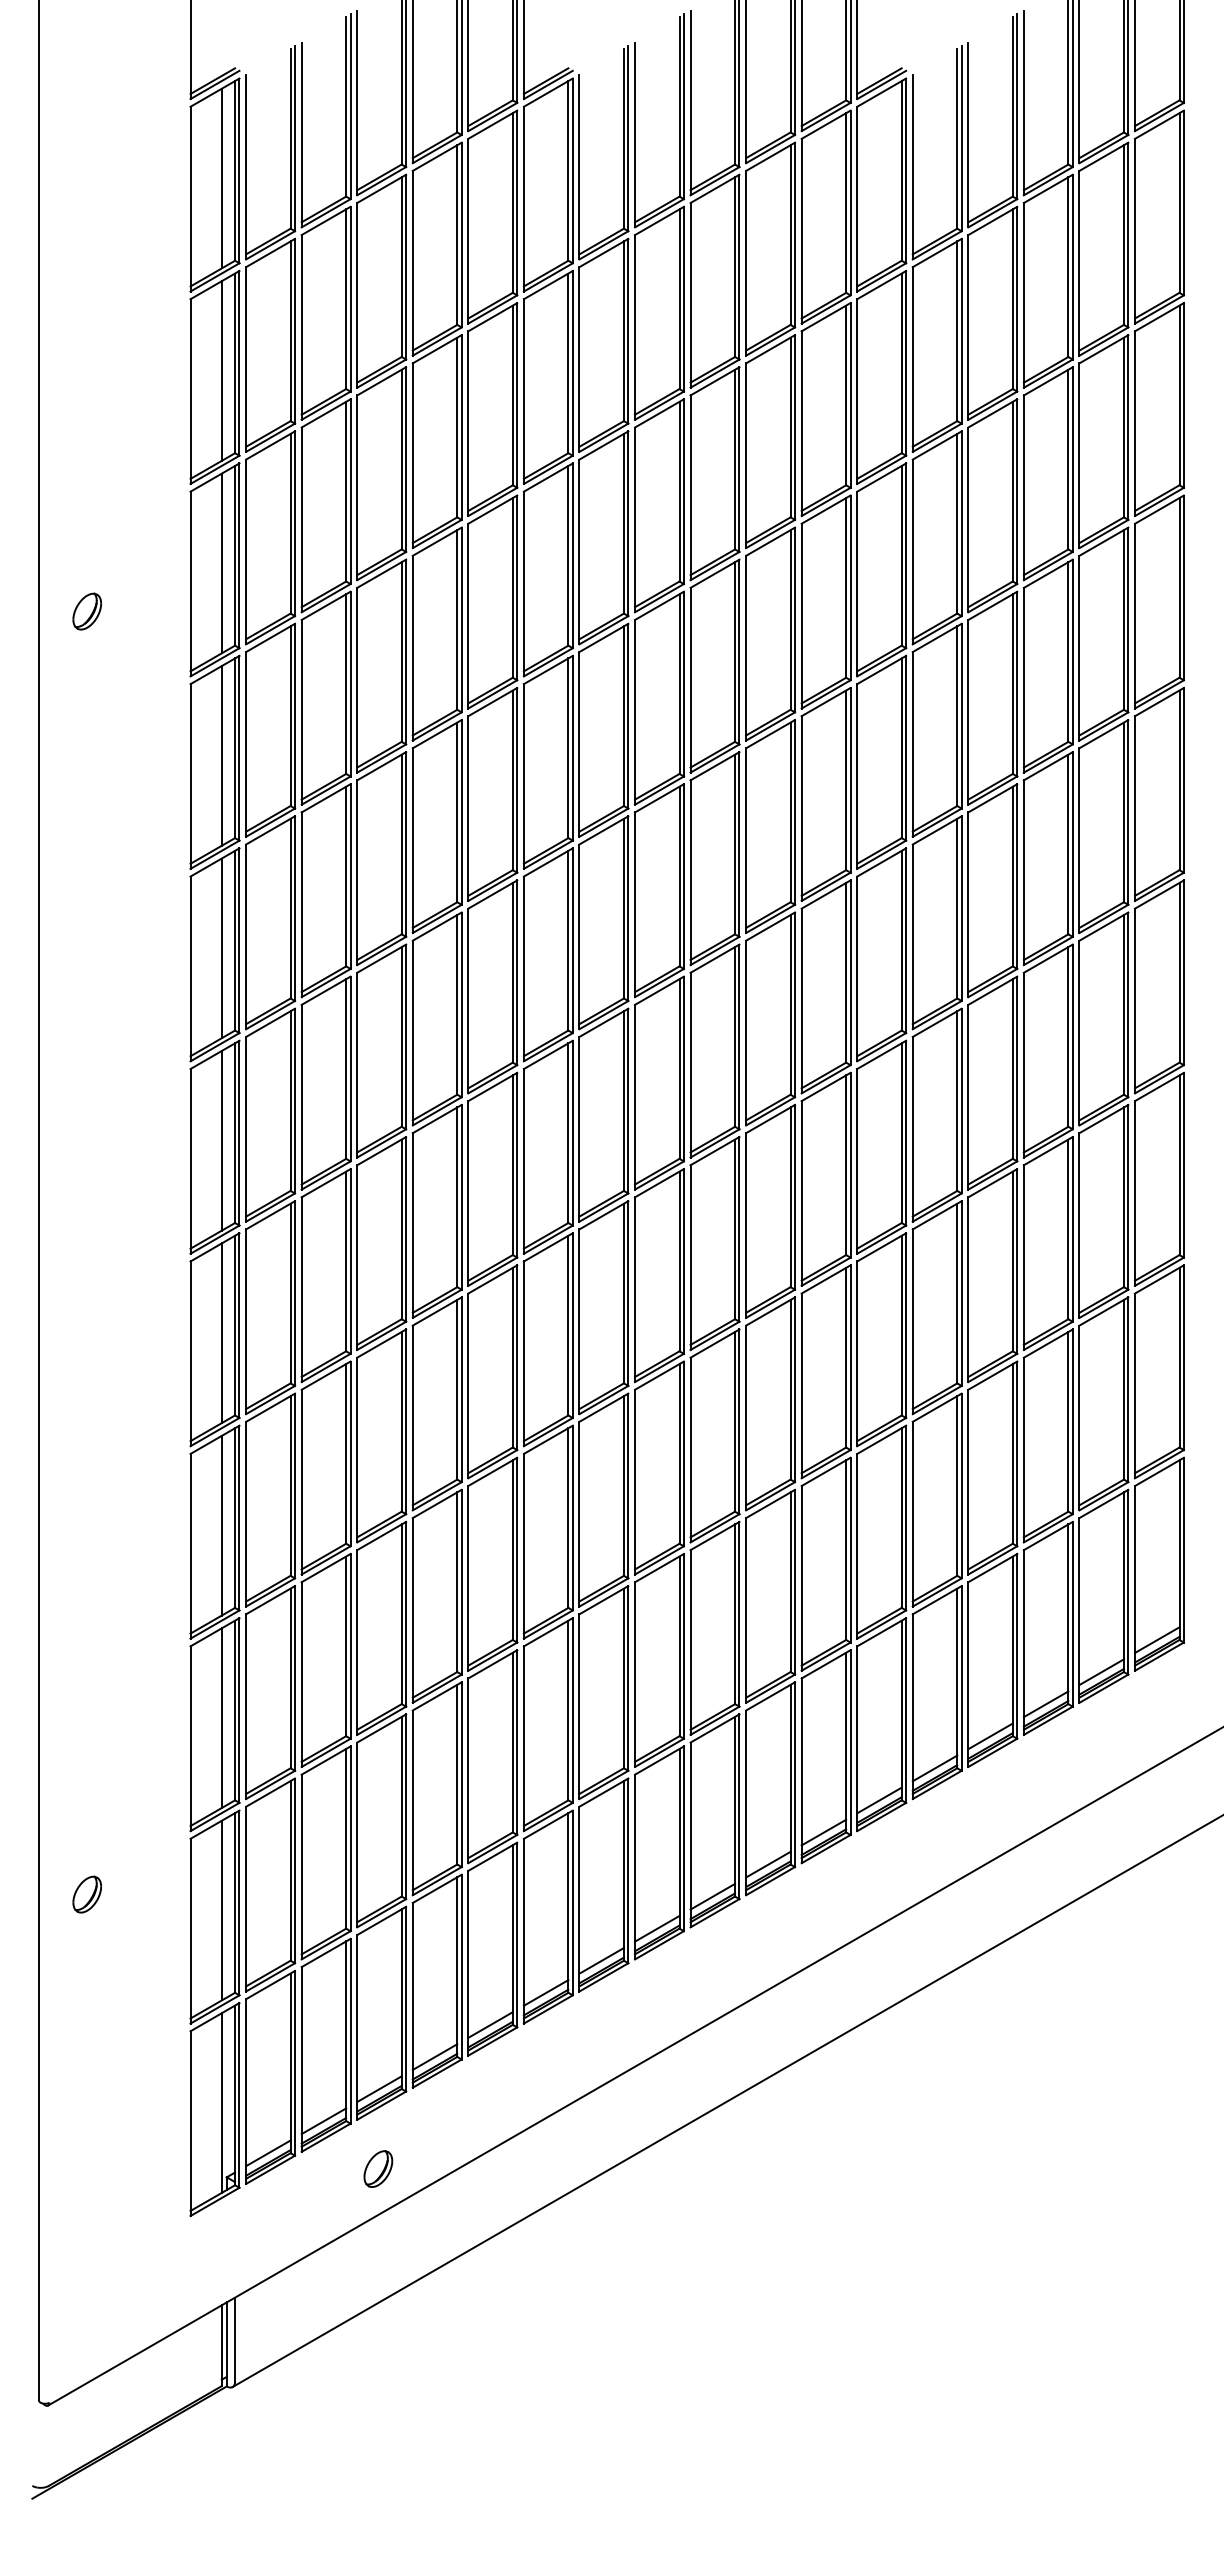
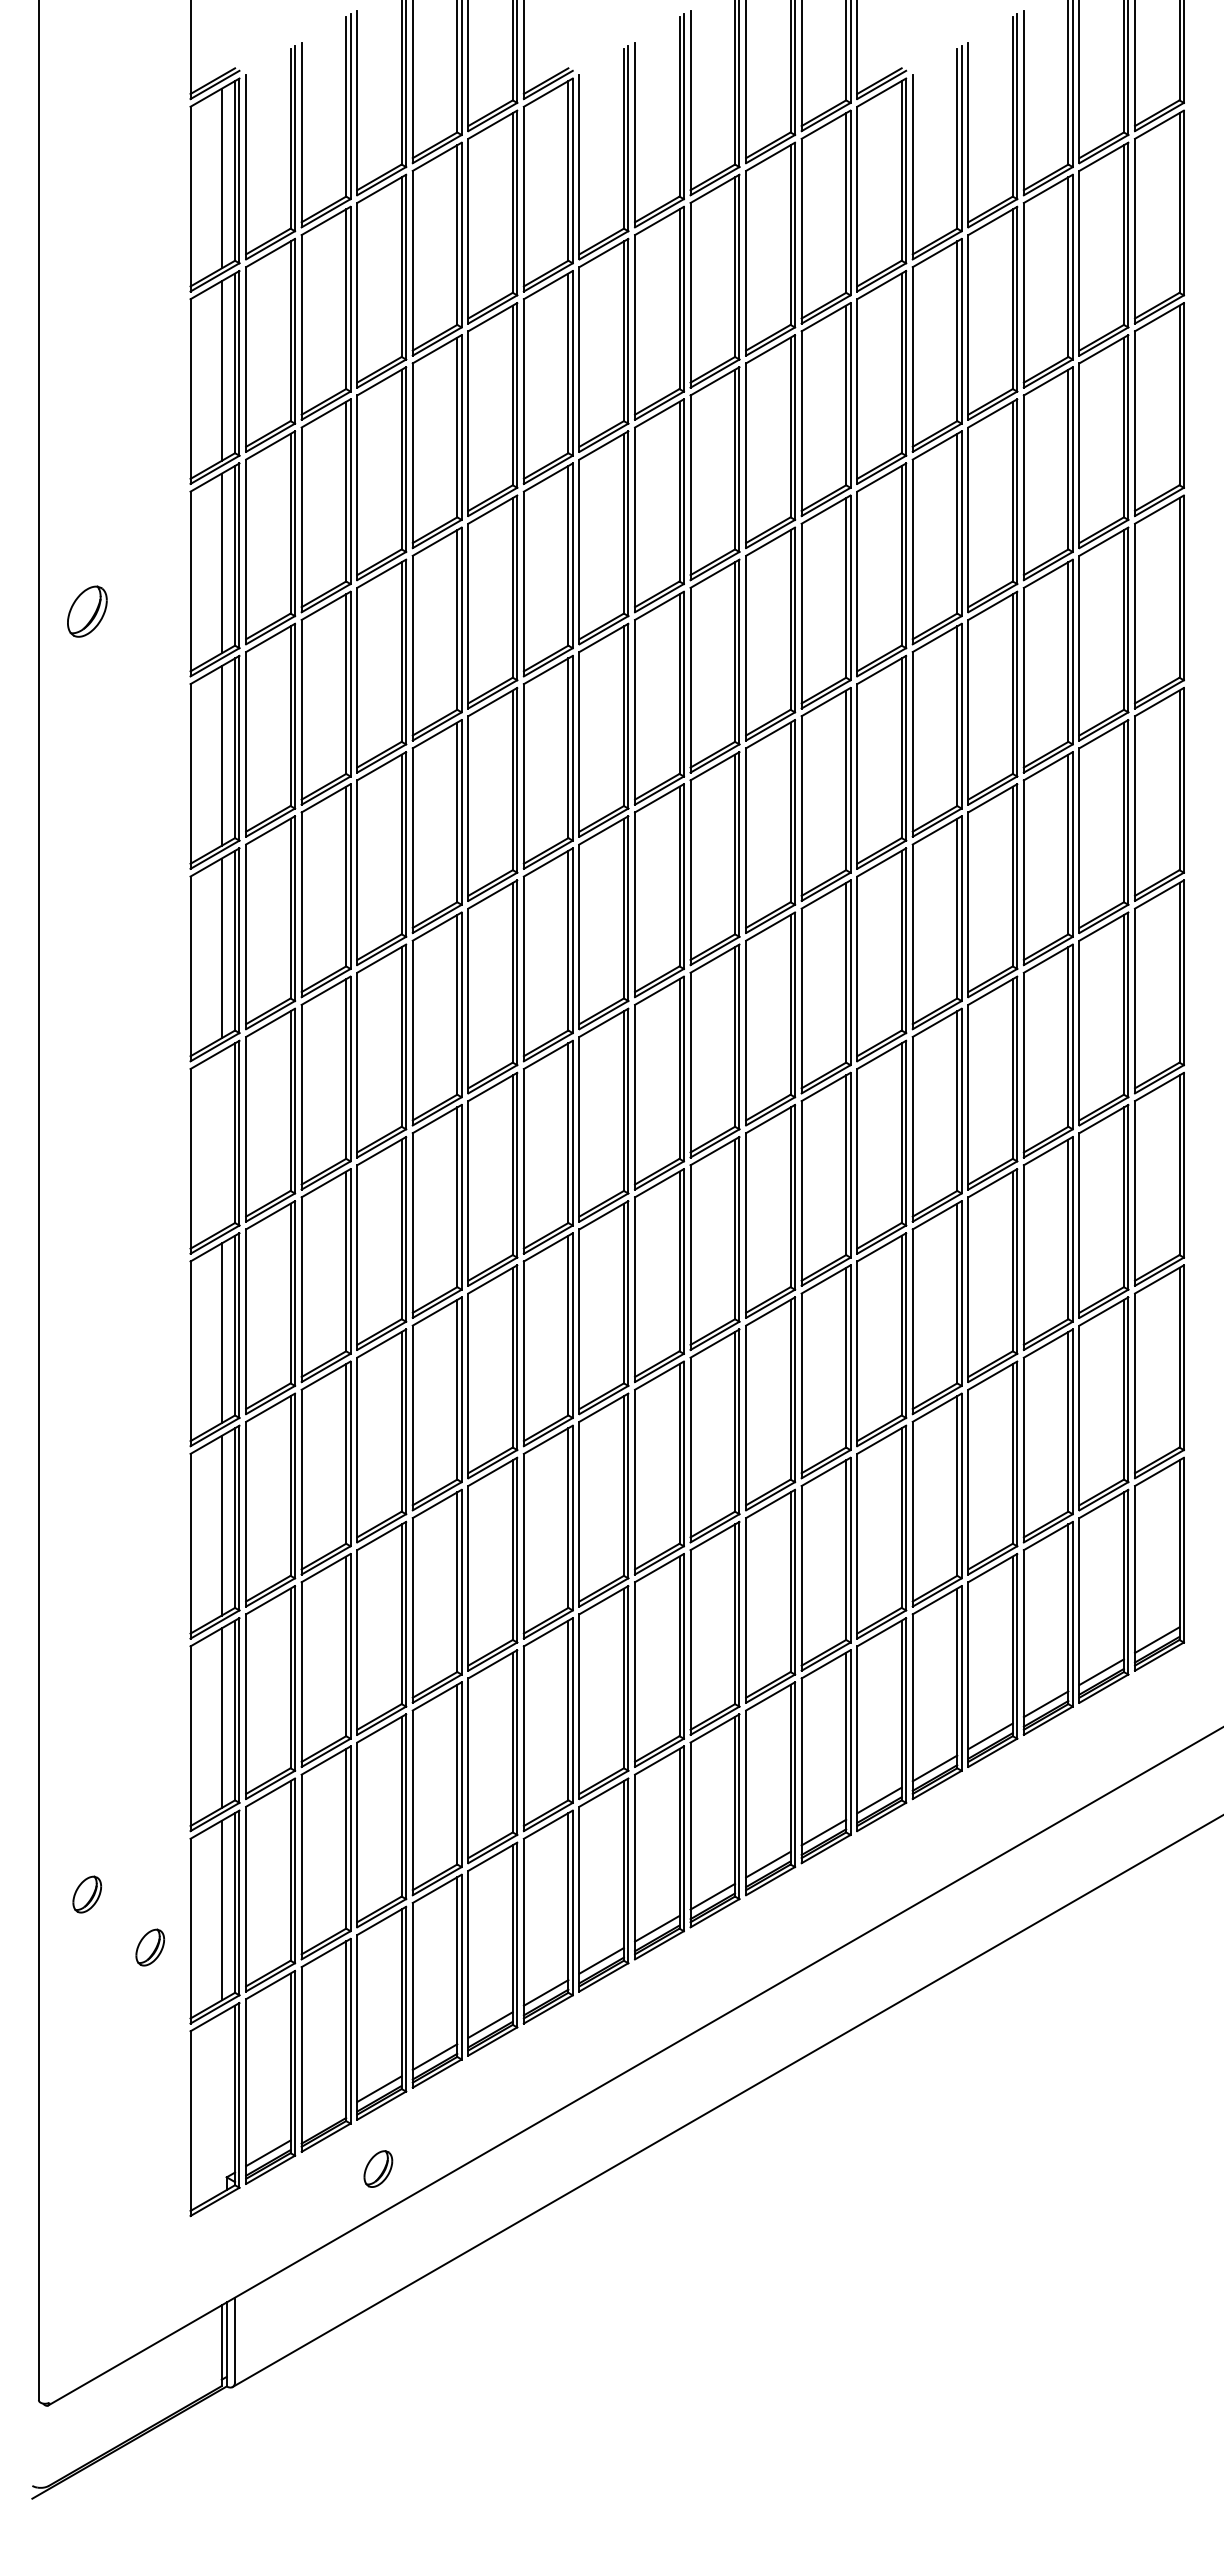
part at (86, 611) size: 30x39 px -> 41x53 px
line at (221, 1140): present -> none
part at (149, 1947): none -> present
line at (221, 2102): present -> none
line at (323, 2121): present -> none
